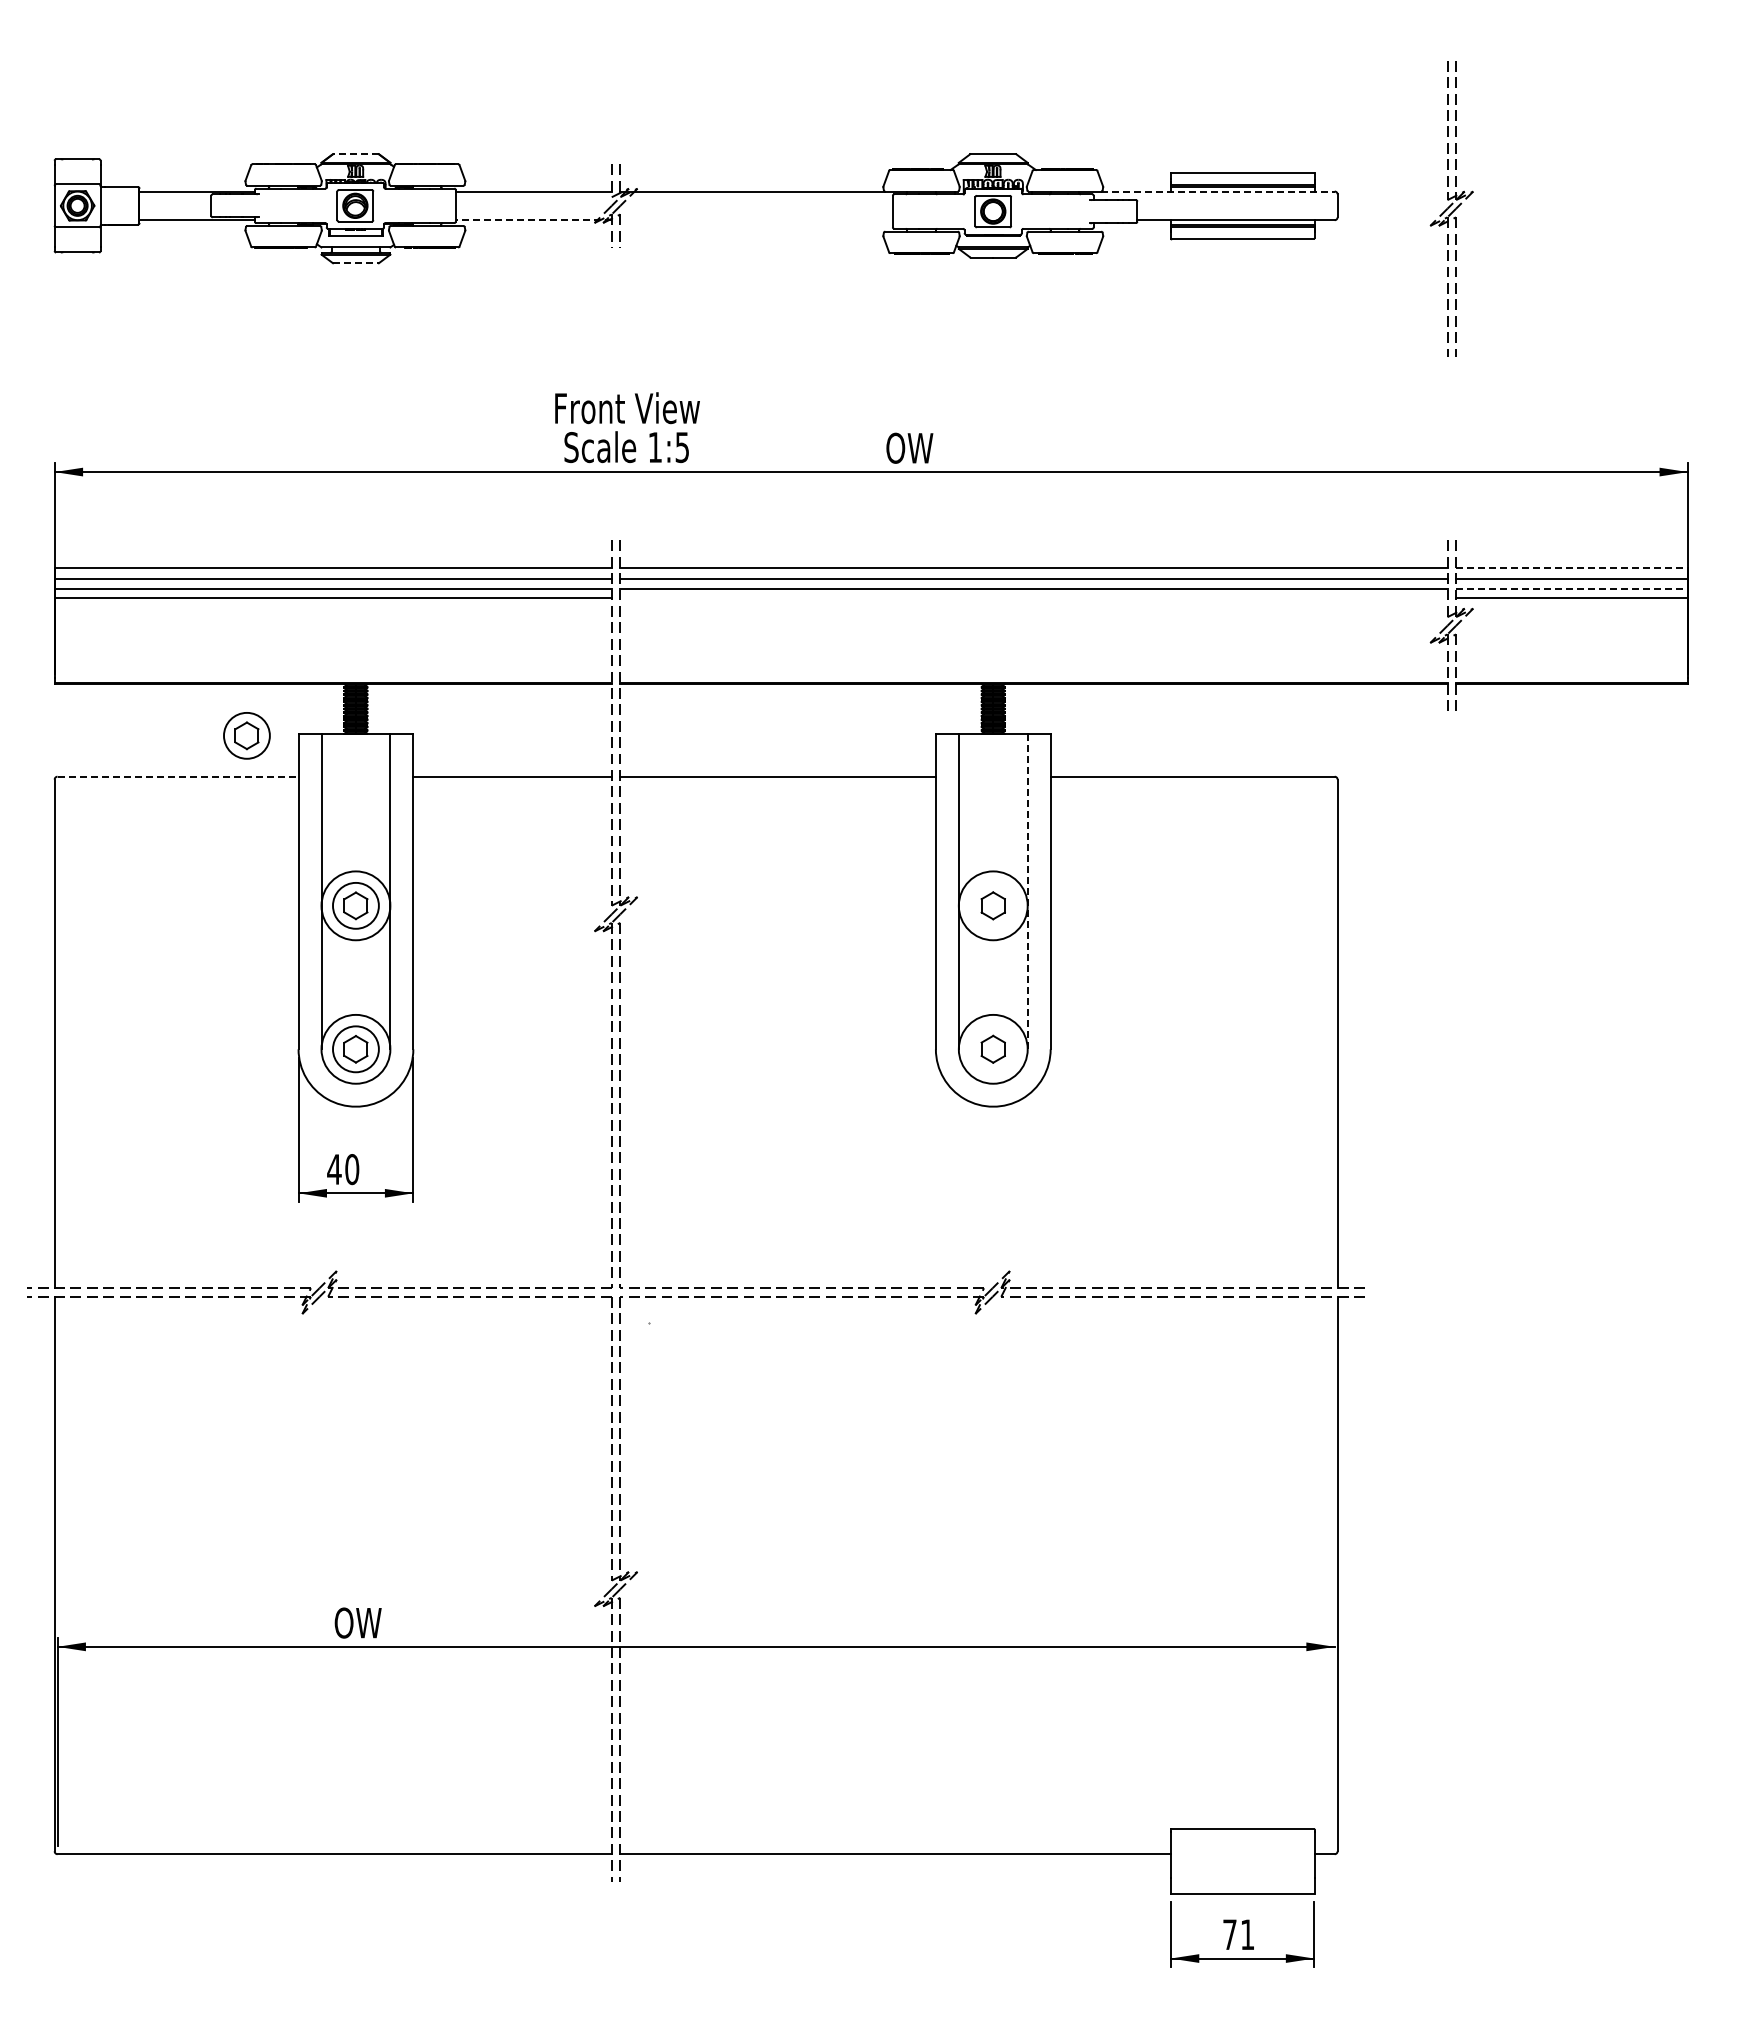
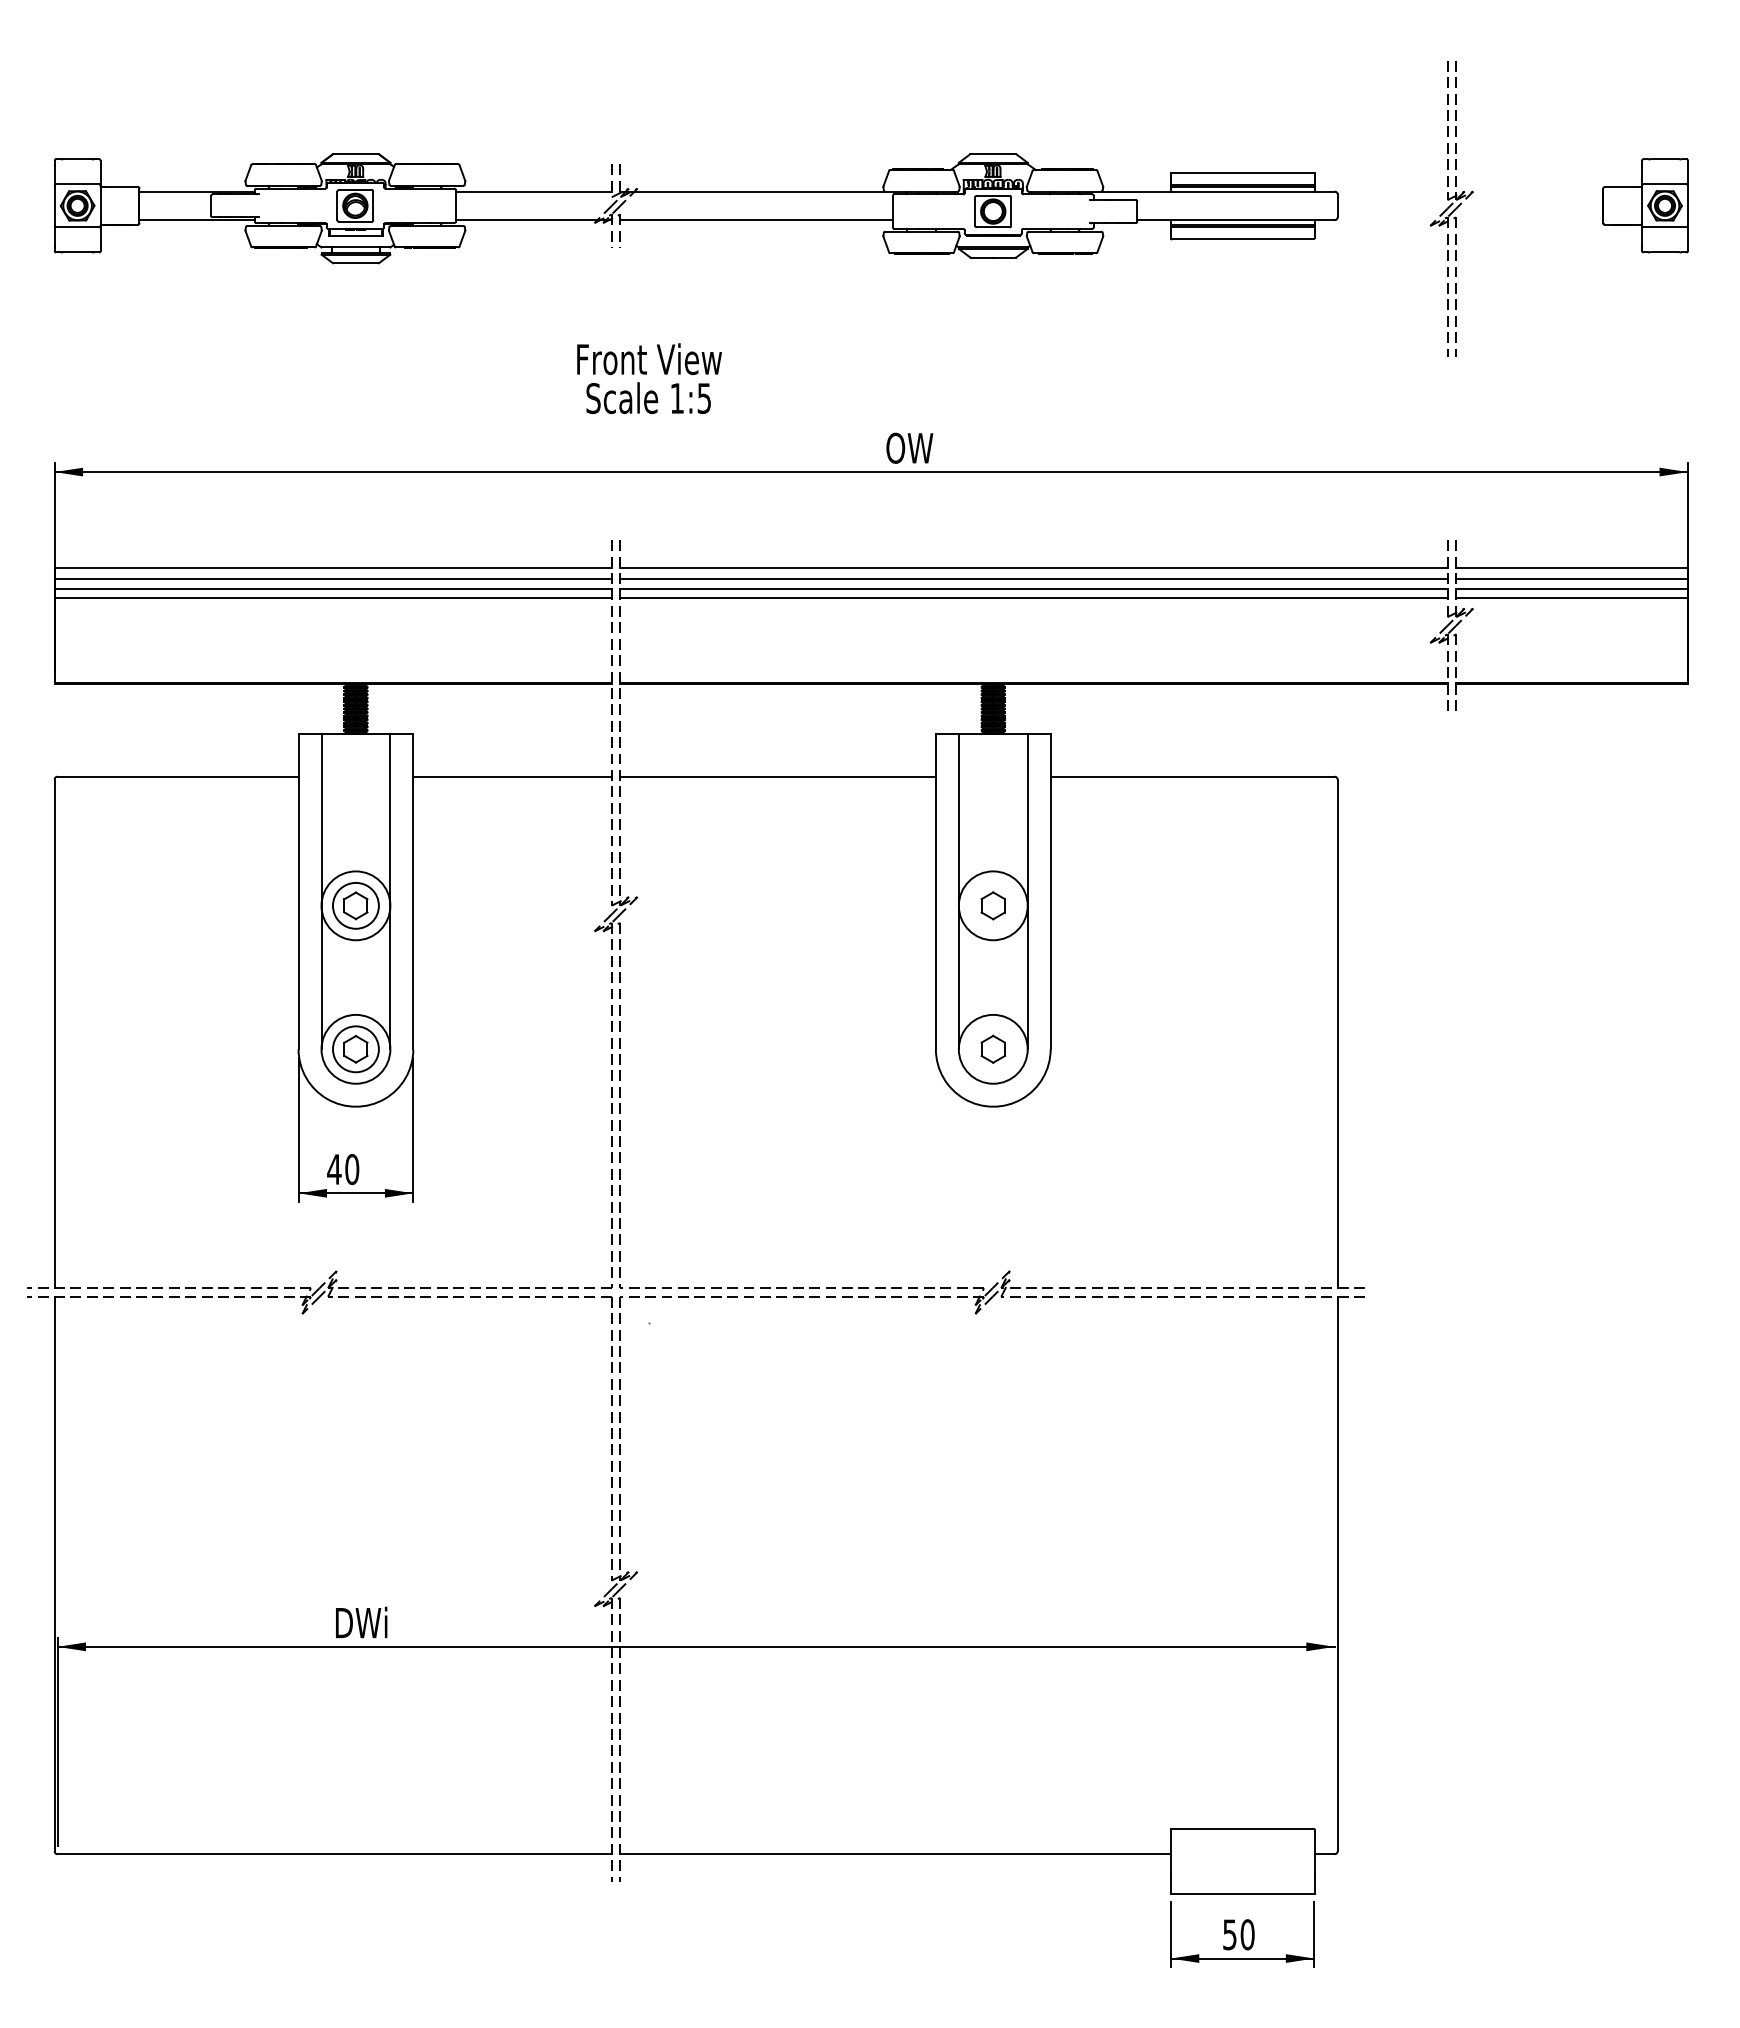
line at (355, 154): dashed -> solid
line at (1218, 191): dashed -> solid
part at (1645, 205): none -> present
line at (533, 220): dashed -> solid
line at (756, 220): none -> present
line at (355, 263): dashed -> solid
text at (627, 427) position: (627, 427) -> (649, 378)
line at (1572, 567): dashed -> solid
line at (1572, 589): dashed -> solid
line at (1033, 597): none -> present
part at (246, 735): present -> none
line at (178, 776): dashed -> solid
line at (1027, 891): dashed -> solid
text at (360, 1622): OW -> DWi
text at (1238, 1934): 71 -> 50
